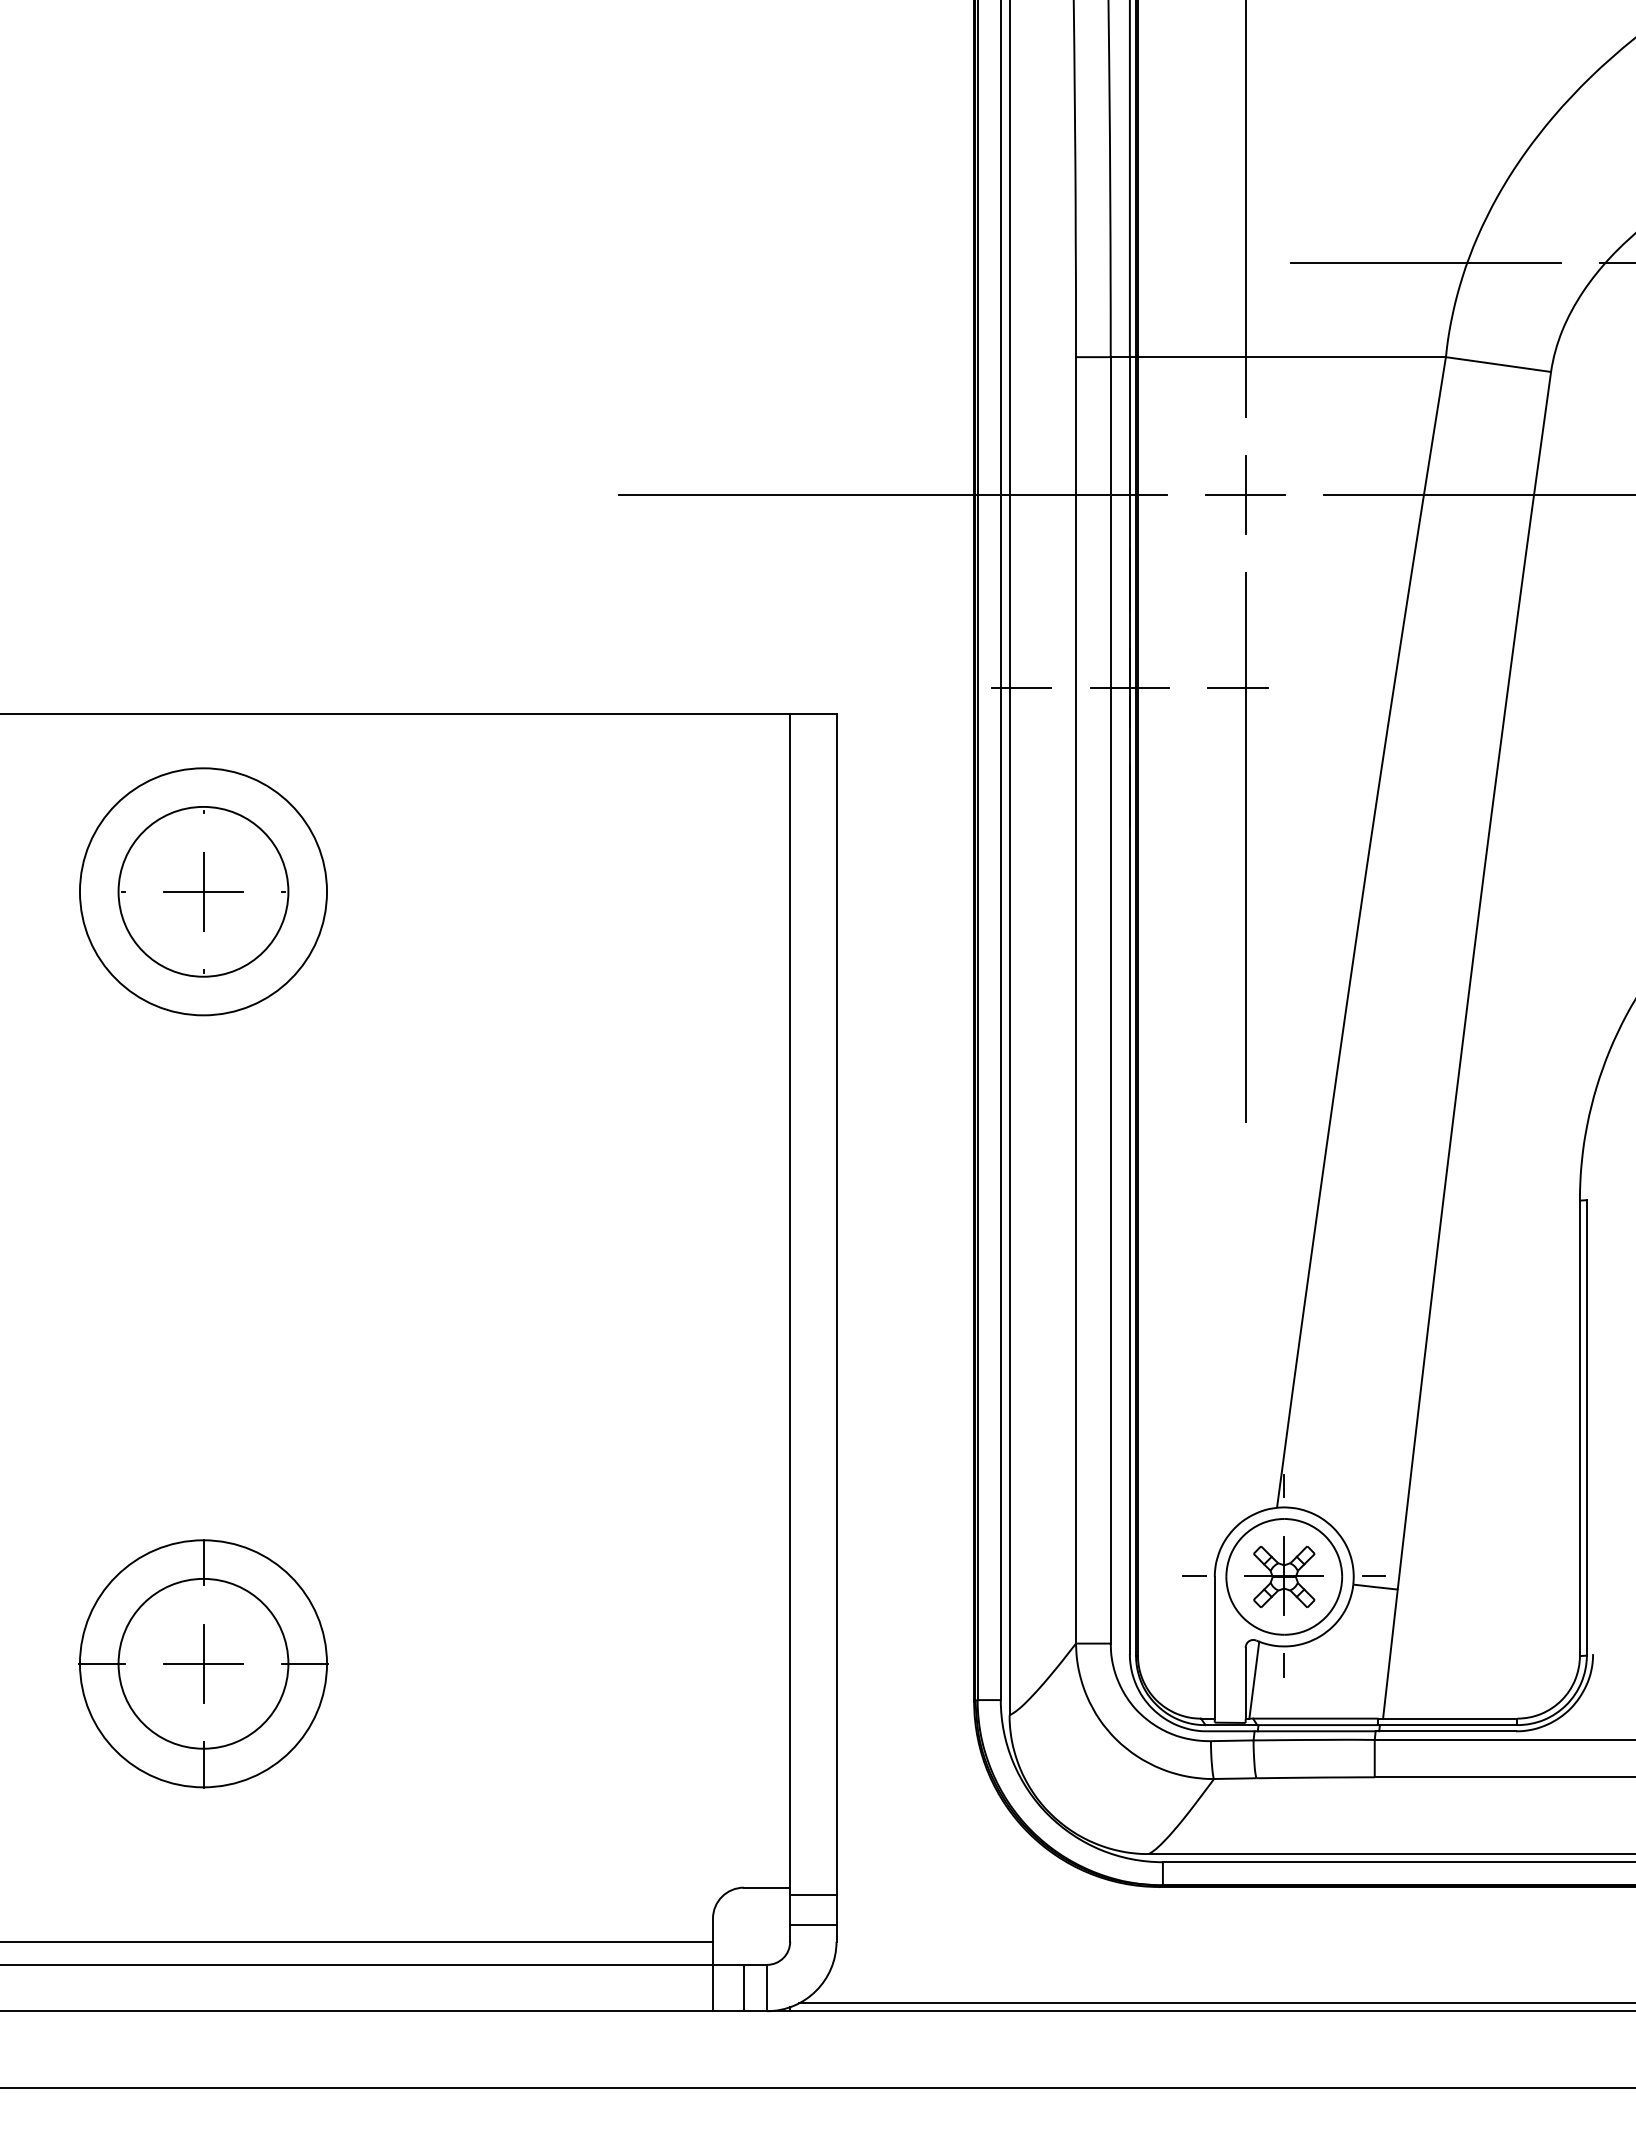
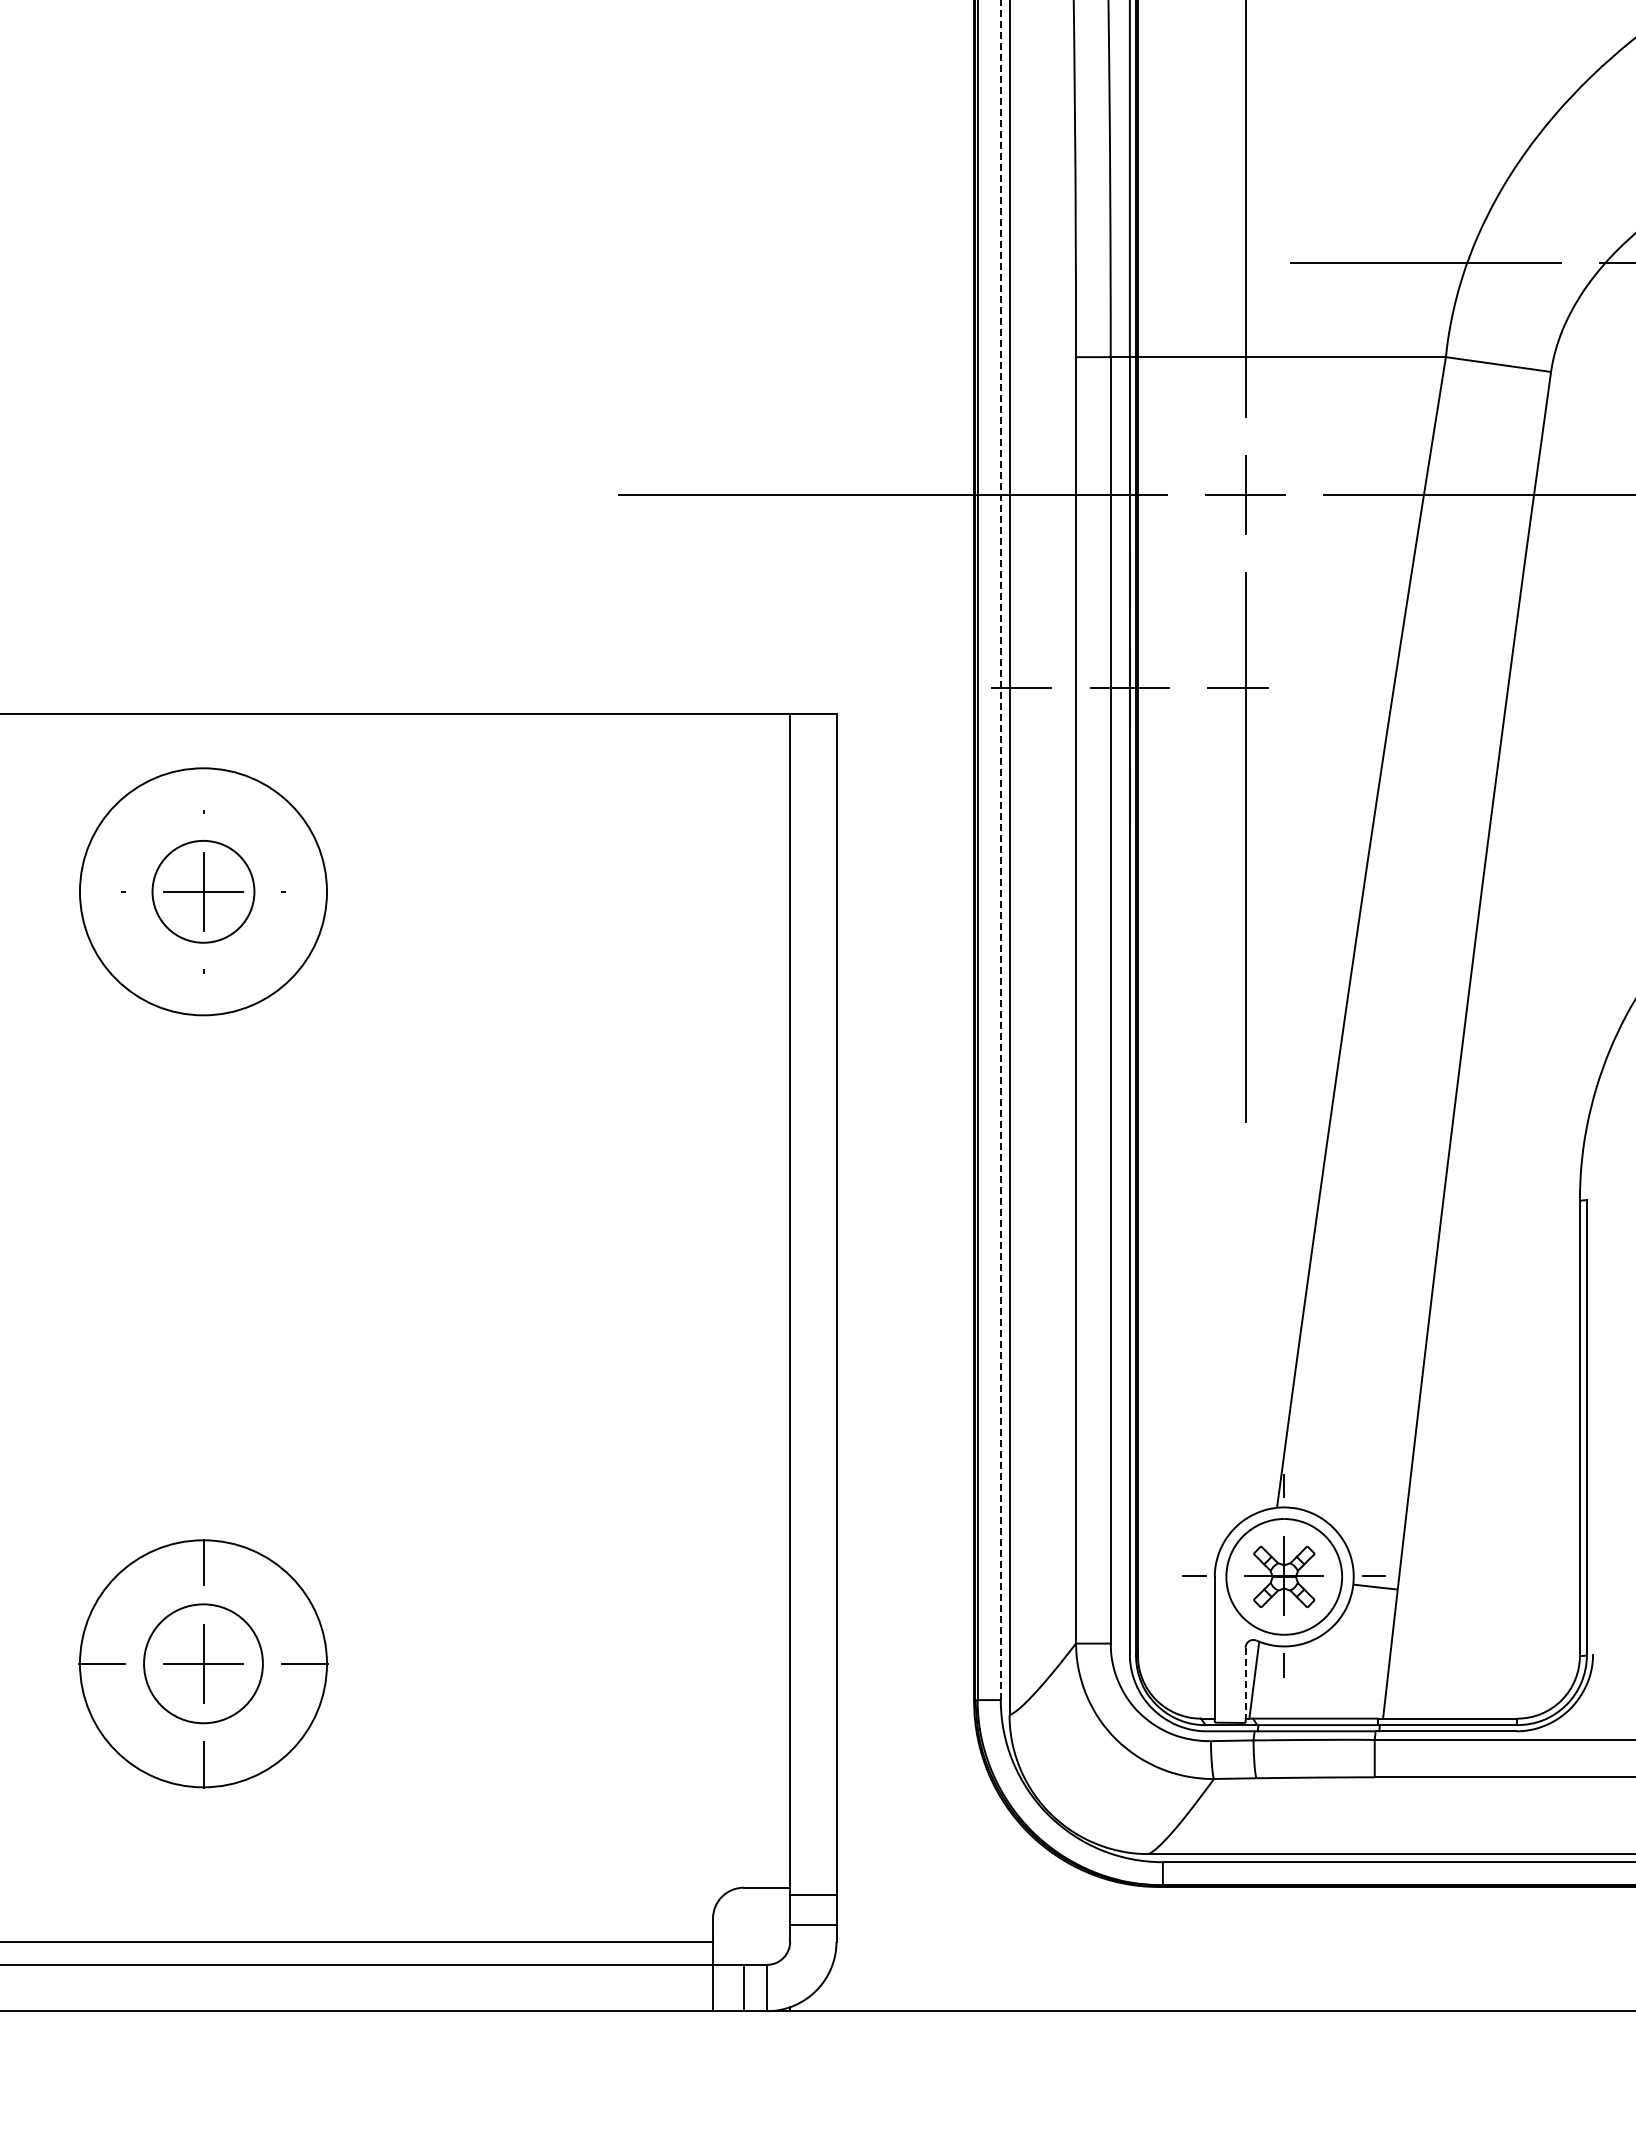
line at (1000, 850): solid -> dashed
circle at (203, 891) diameter: 170 px -> 102 px
circle at (203, 1663) diameter: 170 px -> 119 px
line at (1245, 1683): solid -> dashed
line at (1215, 2003): present -> none
line at (817, 2088): present -> none
